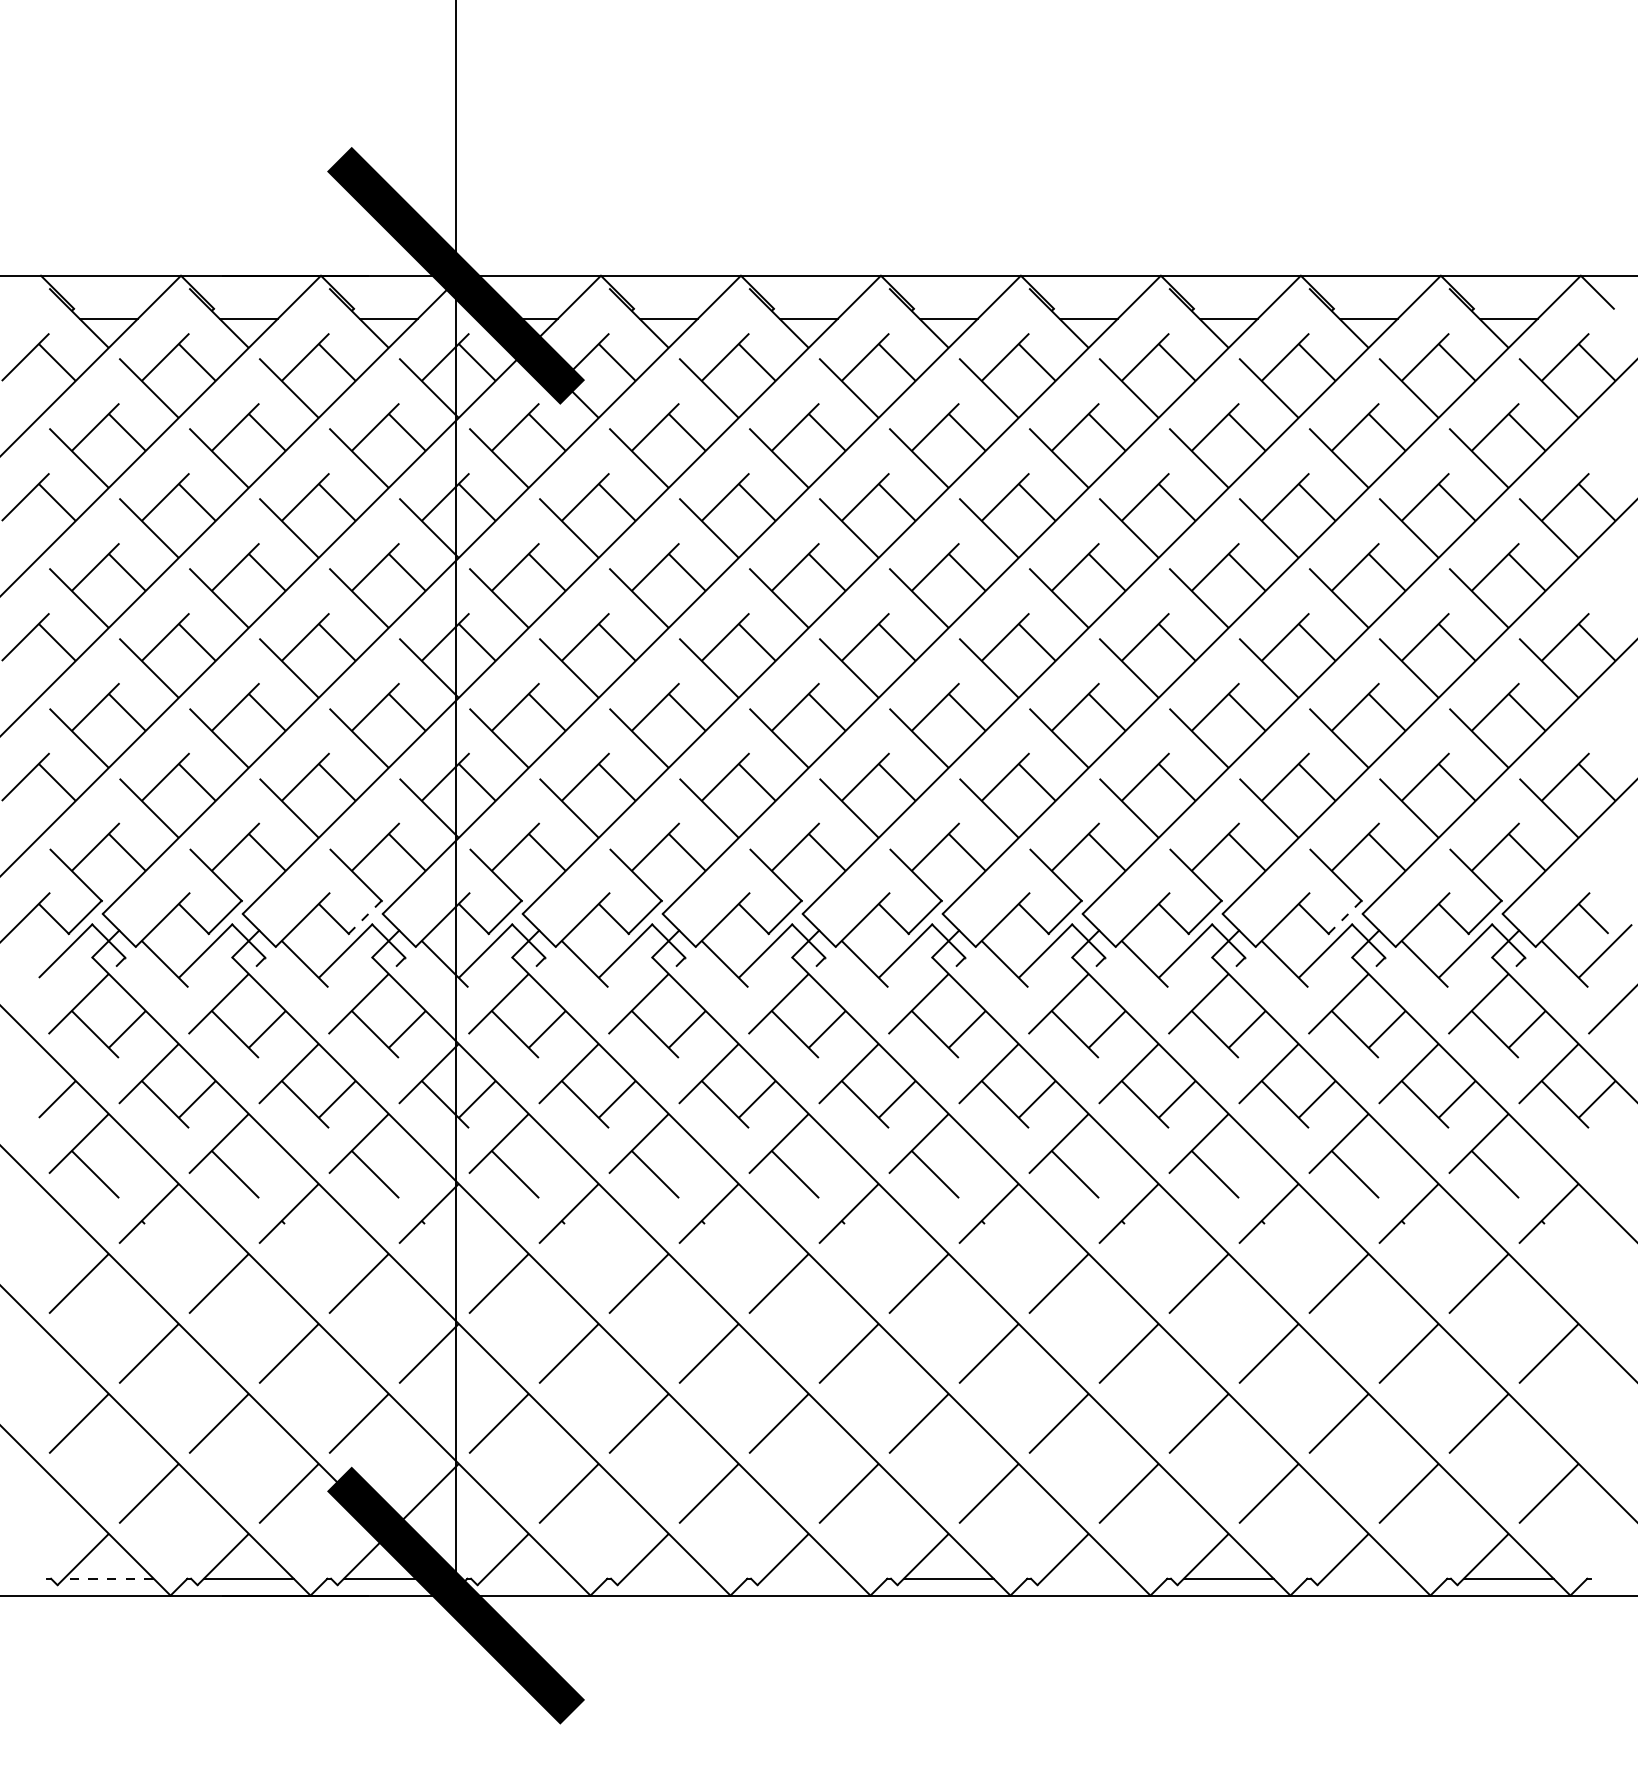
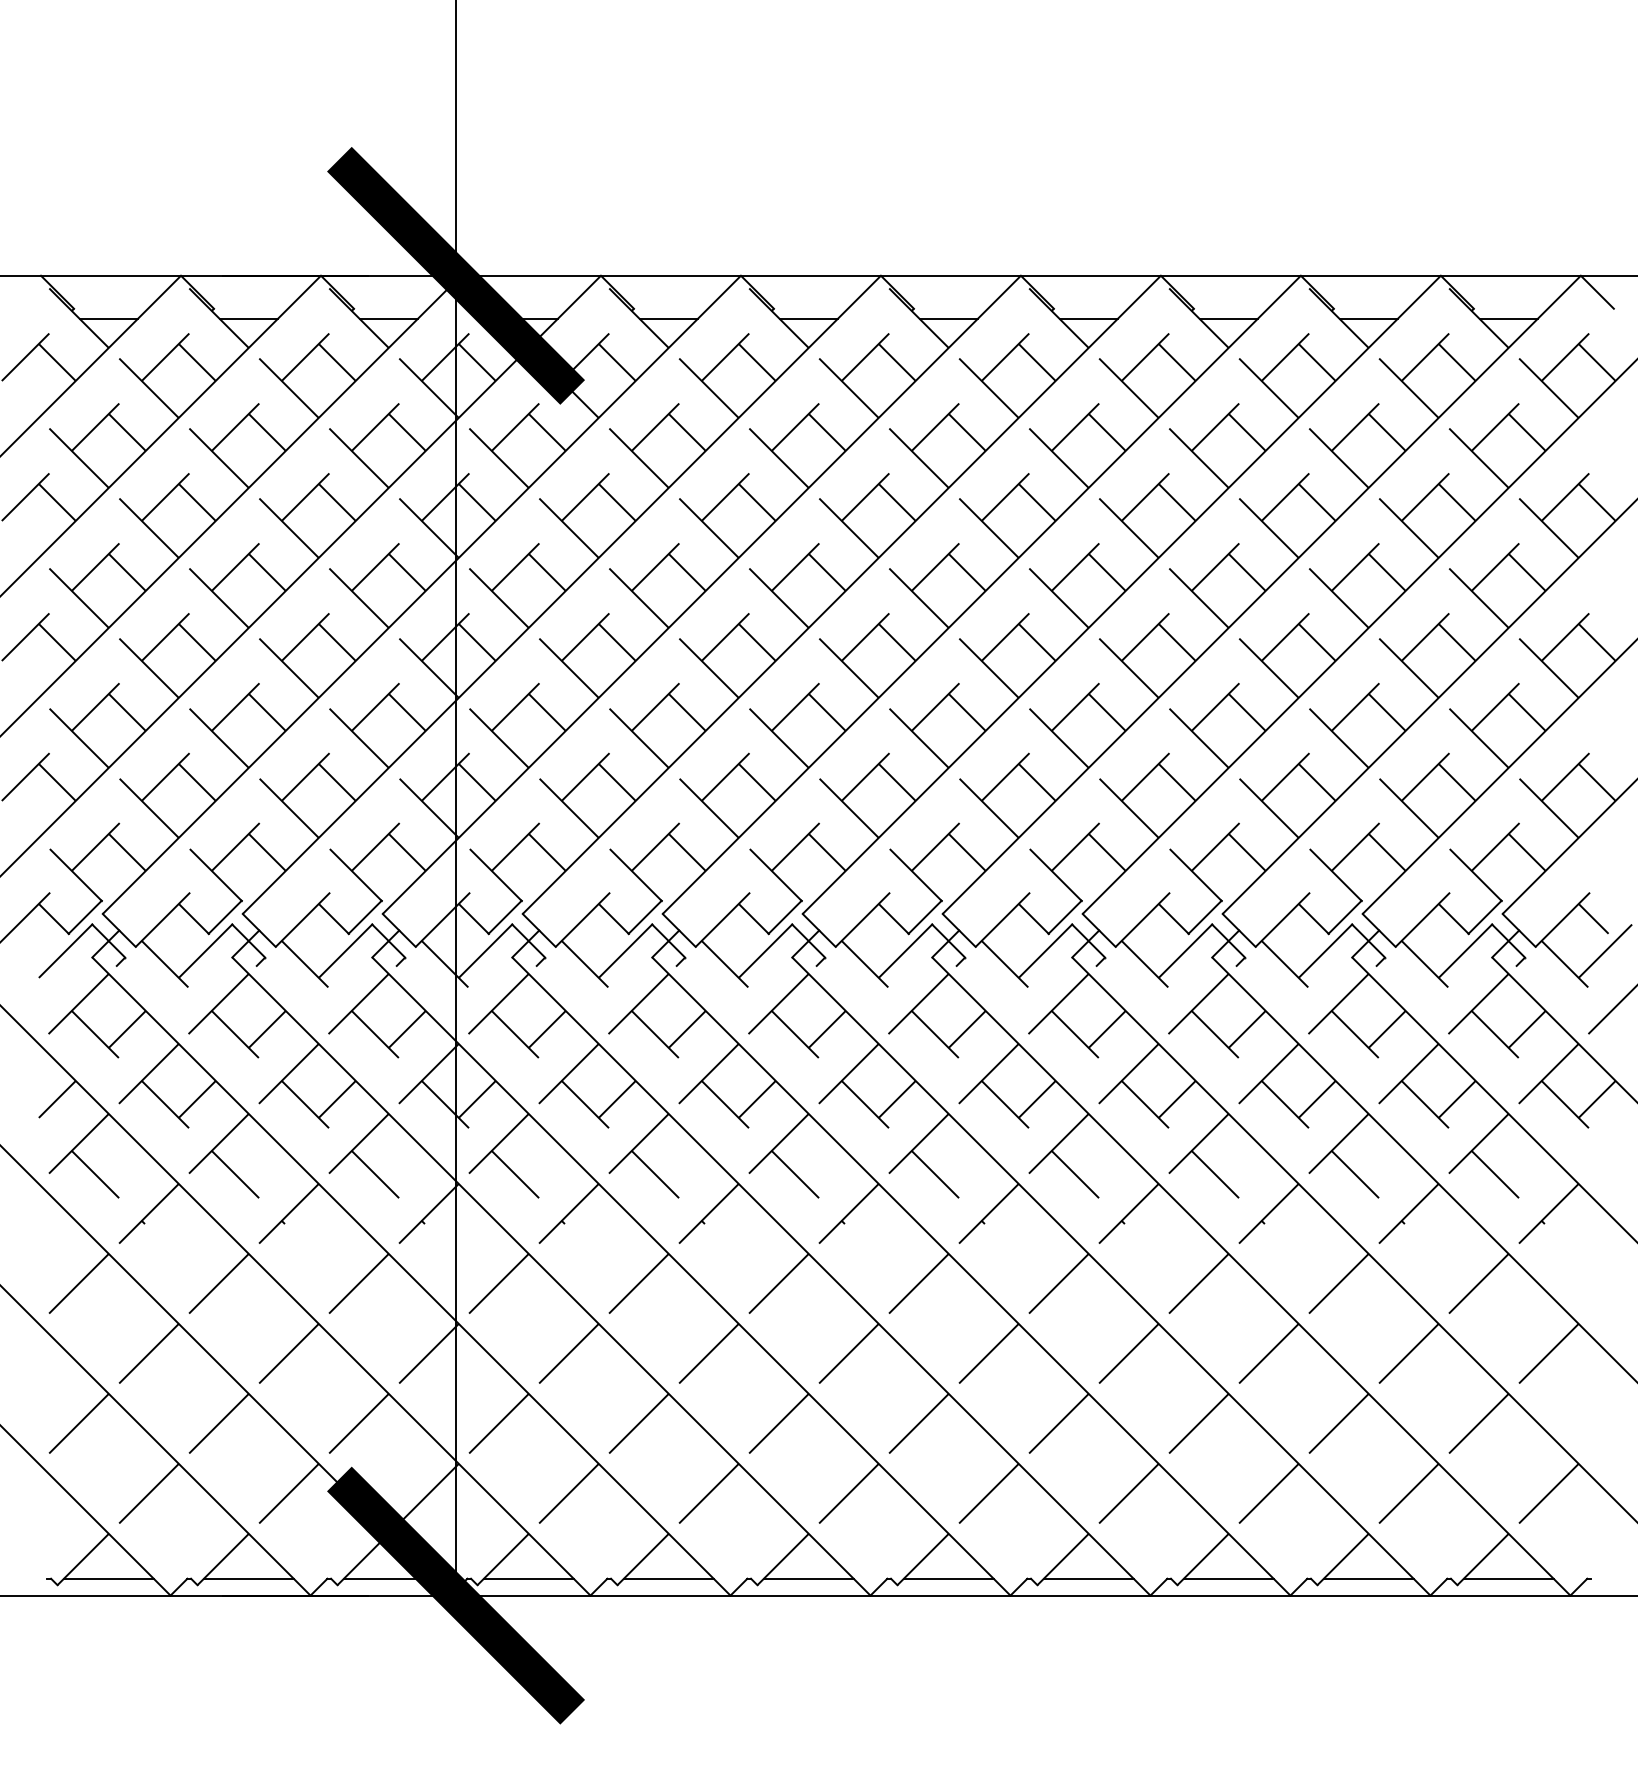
line at (364, 917): dashed -> solid
line at (1344, 917): dashed -> solid
line at (108, 1578): dashed -> solid
line at (528, 1578): none -> present
line at (668, 1578): none -> present
line at (808, 1578): none -> present
line at (1088, 1578): none -> present
line at (1368, 1578): none -> present
